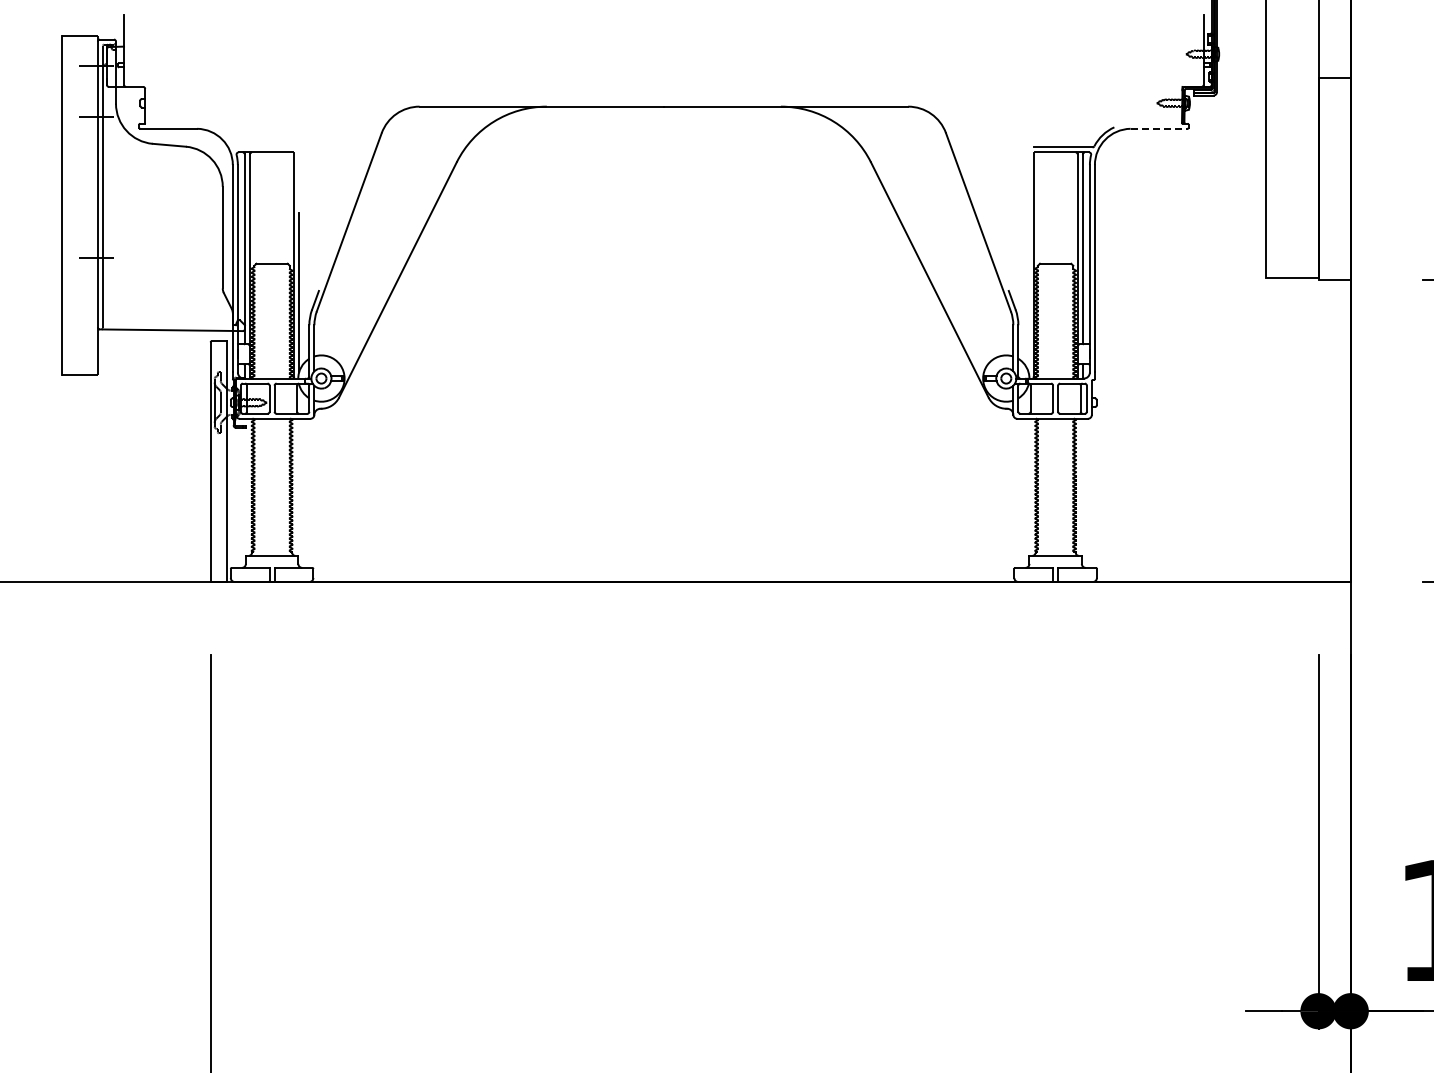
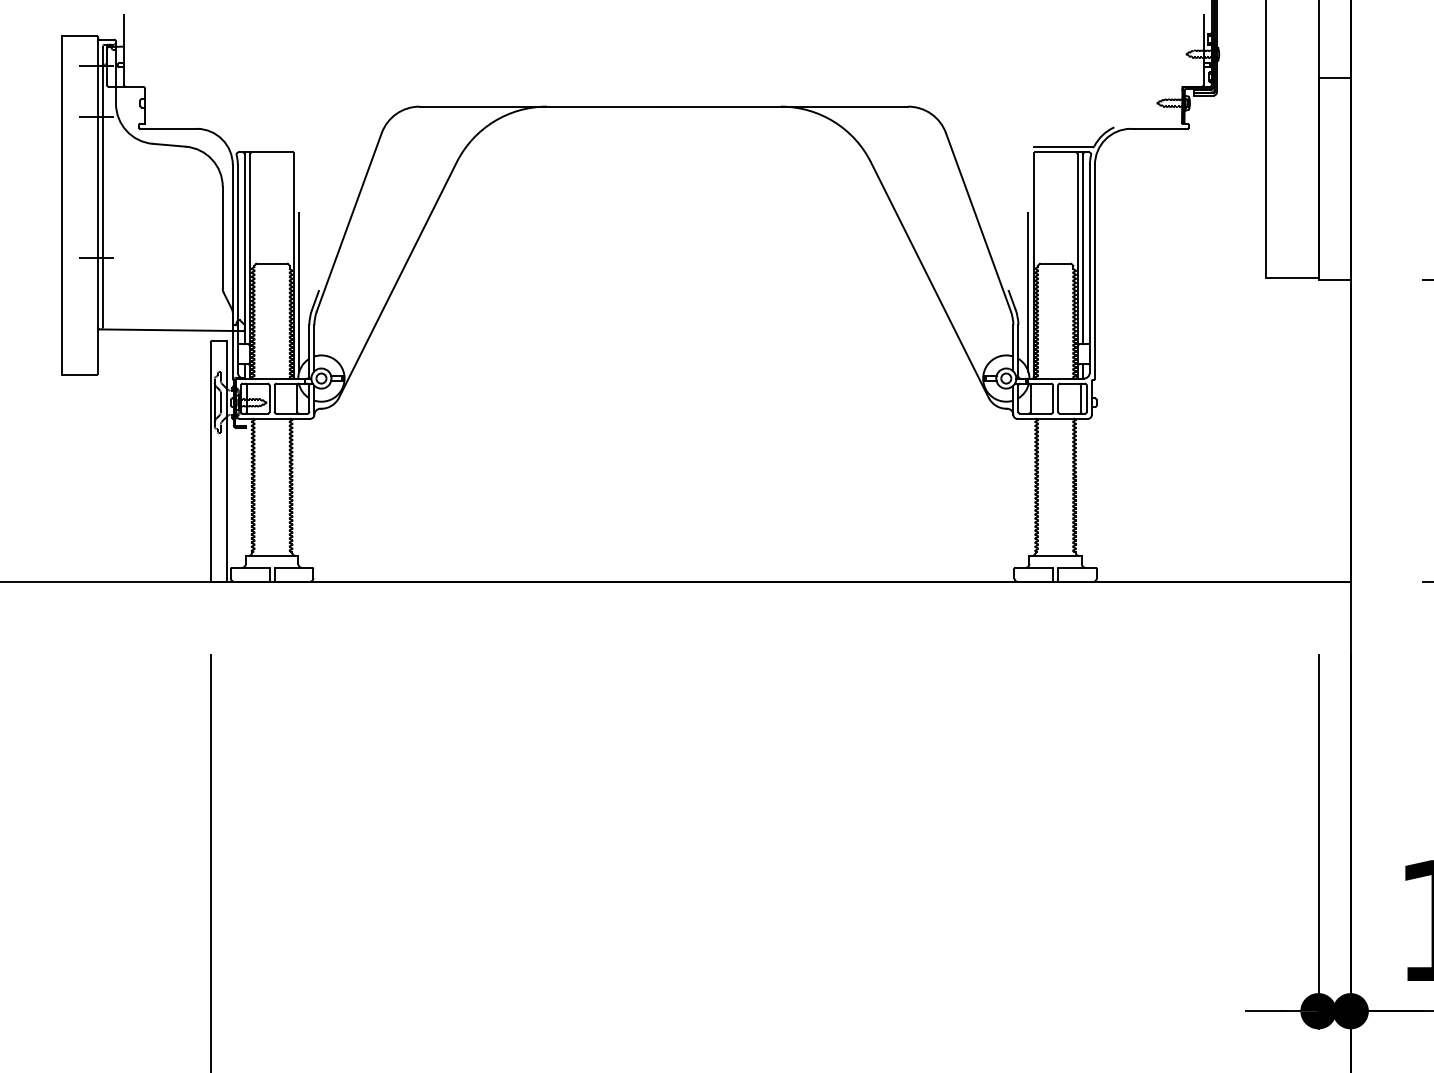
line at (1159, 128): dashed -> solid
line at (1028, 292): none -> present
